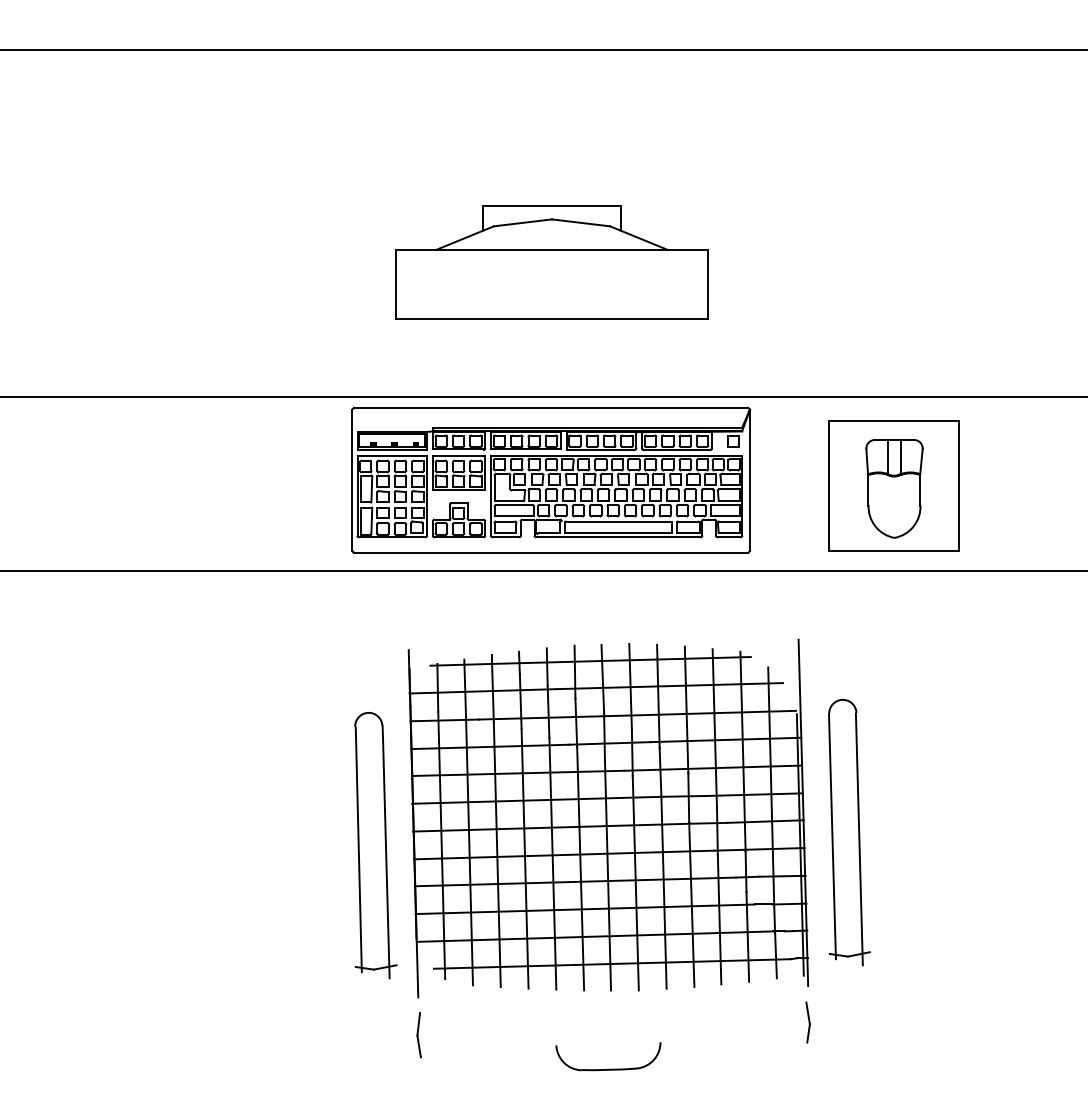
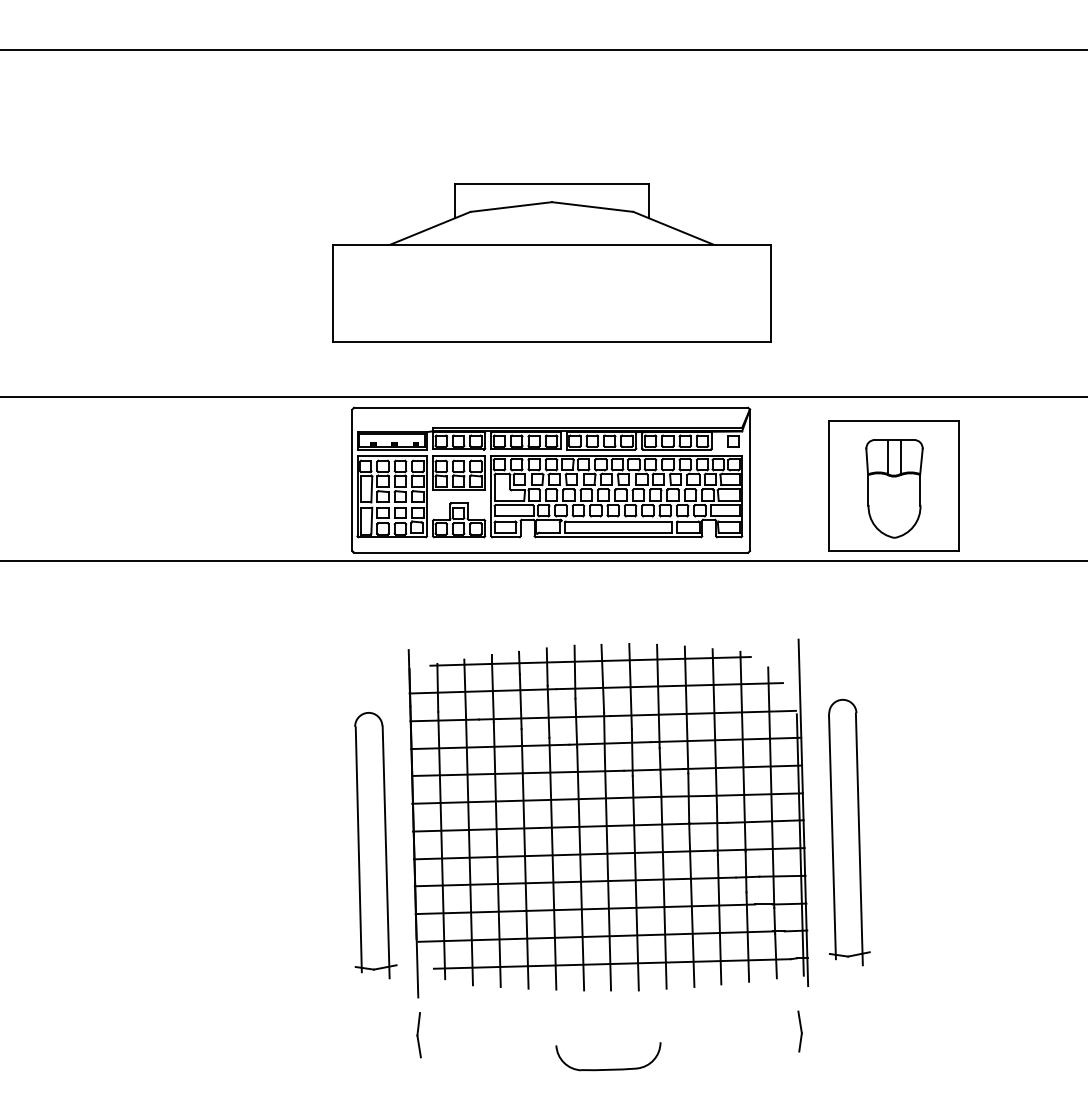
part at (551, 262) size: 314x115 px -> 440x160 px
line at (543, 571) position: (543, 571) -> (543, 561)
part at (807, 1022) position: (807, 1022) -> (799, 1031)
